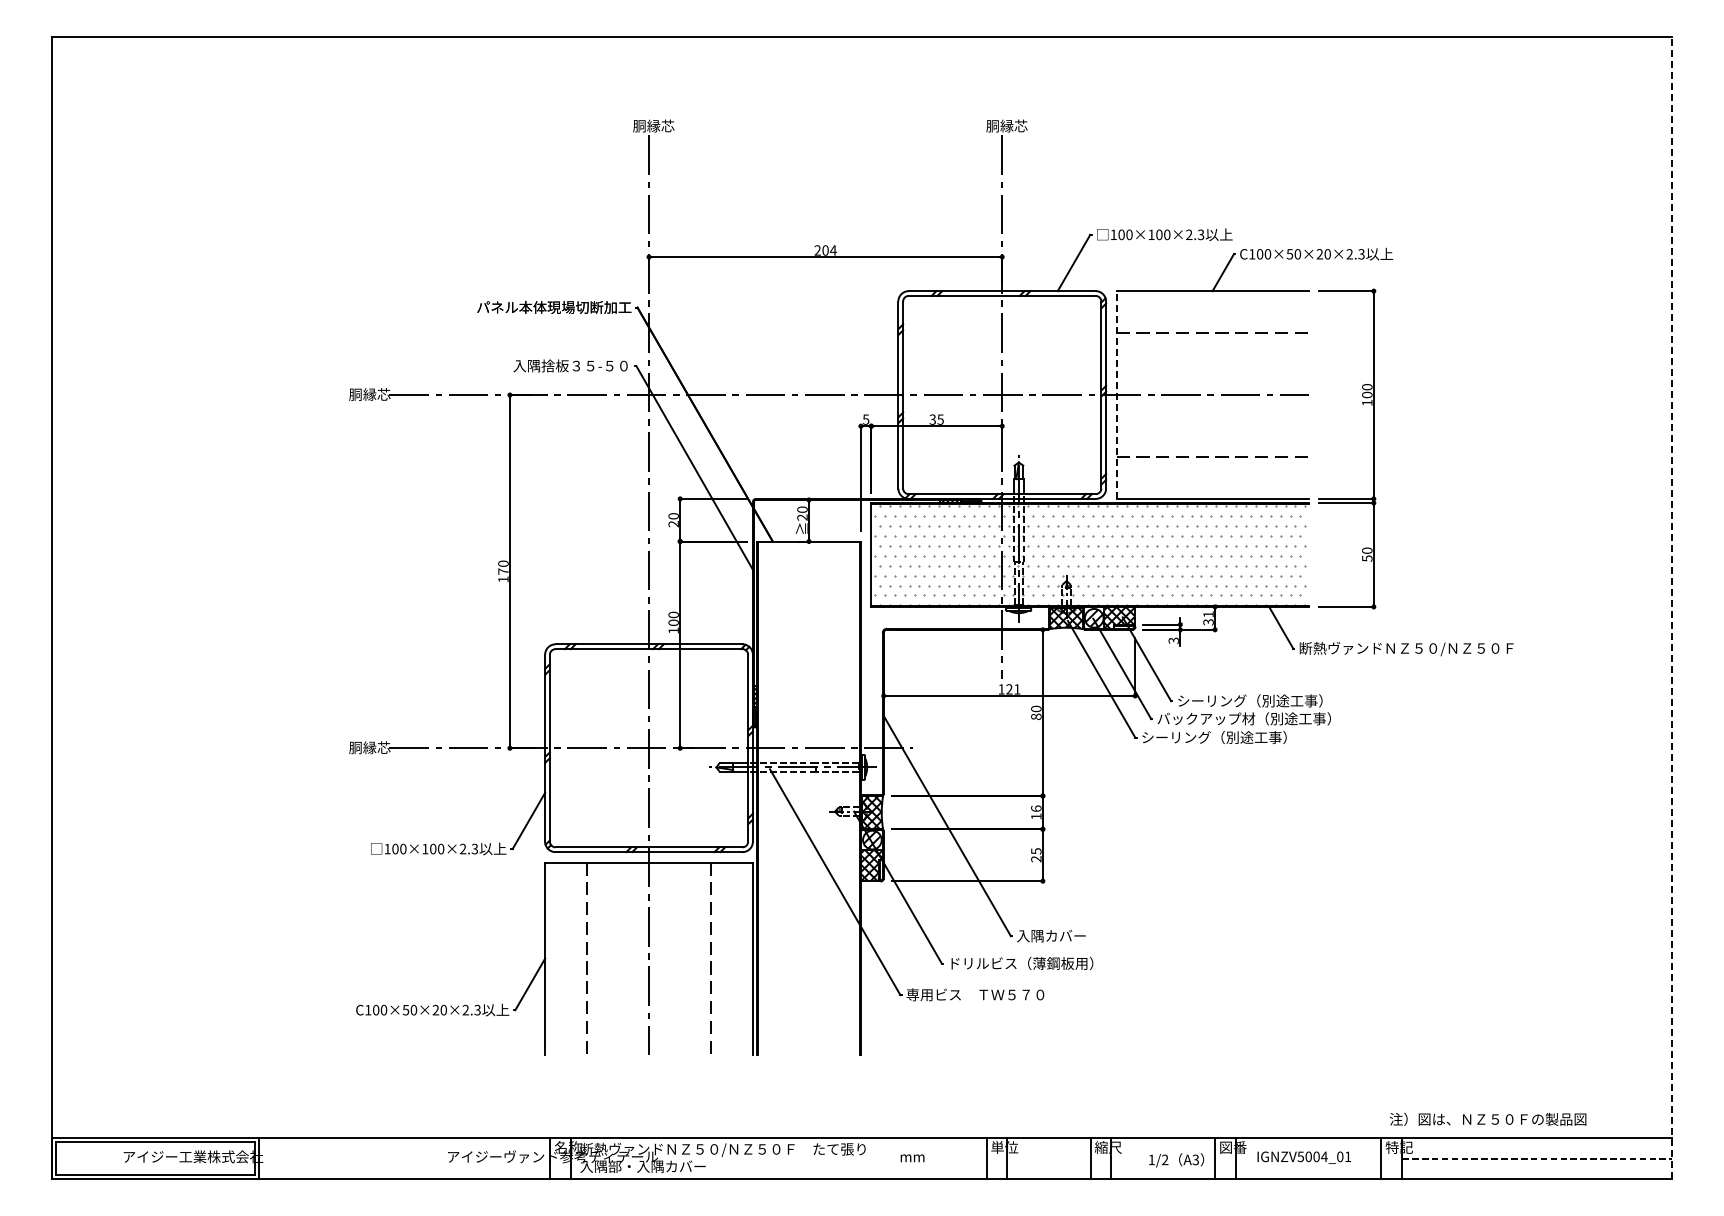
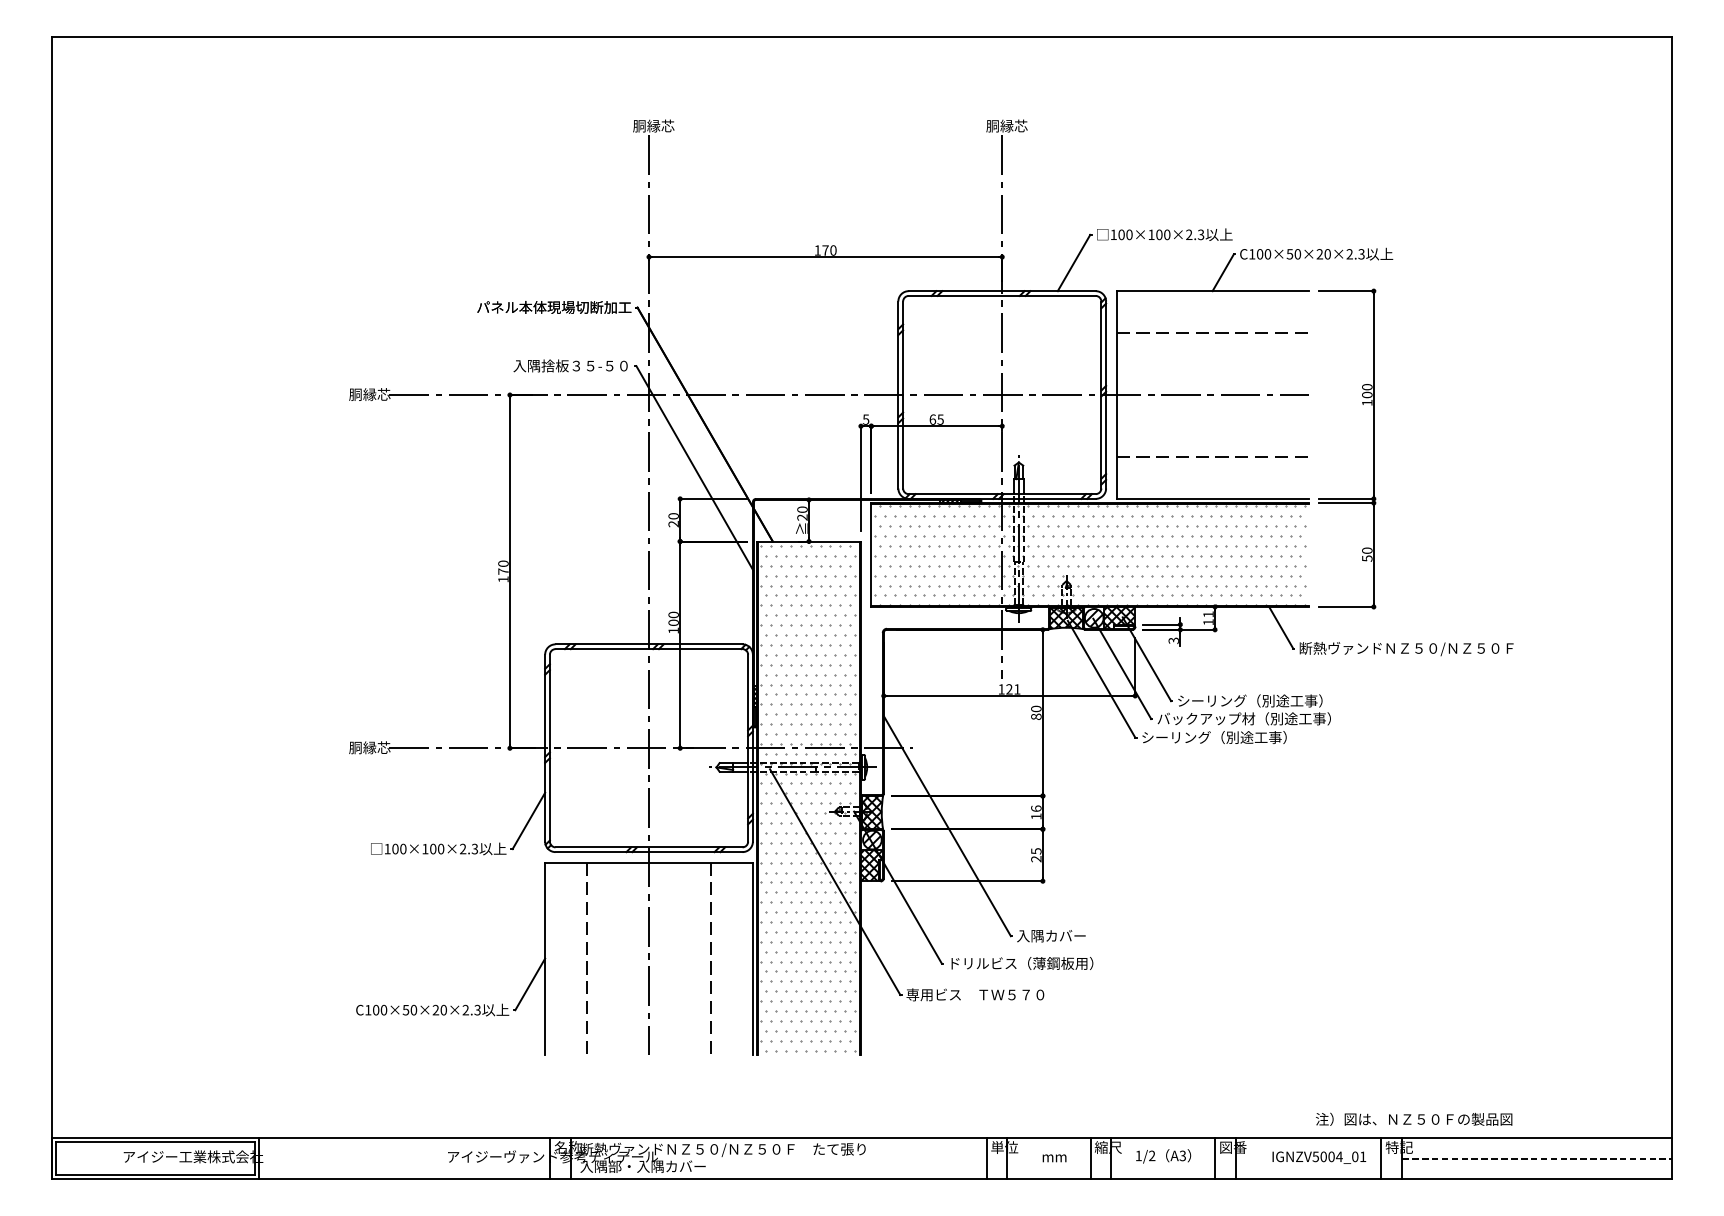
text at (825, 250): 204 -> 170
line at (1116, 395): dashed -> solid
text at (932, 419): 35 -> 65
line at (1672, 607): dashed -> solid
text at (1208, 622): 31 -> 11
hatch at (808, 798): none -> present
text at (1488, 1118) position: (1488, 1118) -> (1414, 1118)
text at (1304, 1157) position: (1304, 1157) -> (1319, 1157)
text at (912, 1158) position: (912, 1158) -> (1054, 1158)
text at (1176, 1160) position: (1176, 1160) -> (1163, 1156)
